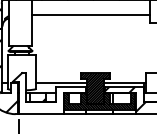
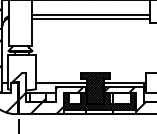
line at (90, 19): none -> present
hatch at (51, 100): none -> present
